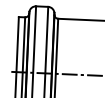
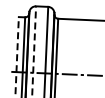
line at (34, 52): solid -> dashed
line at (17, 56): solid -> dashed
